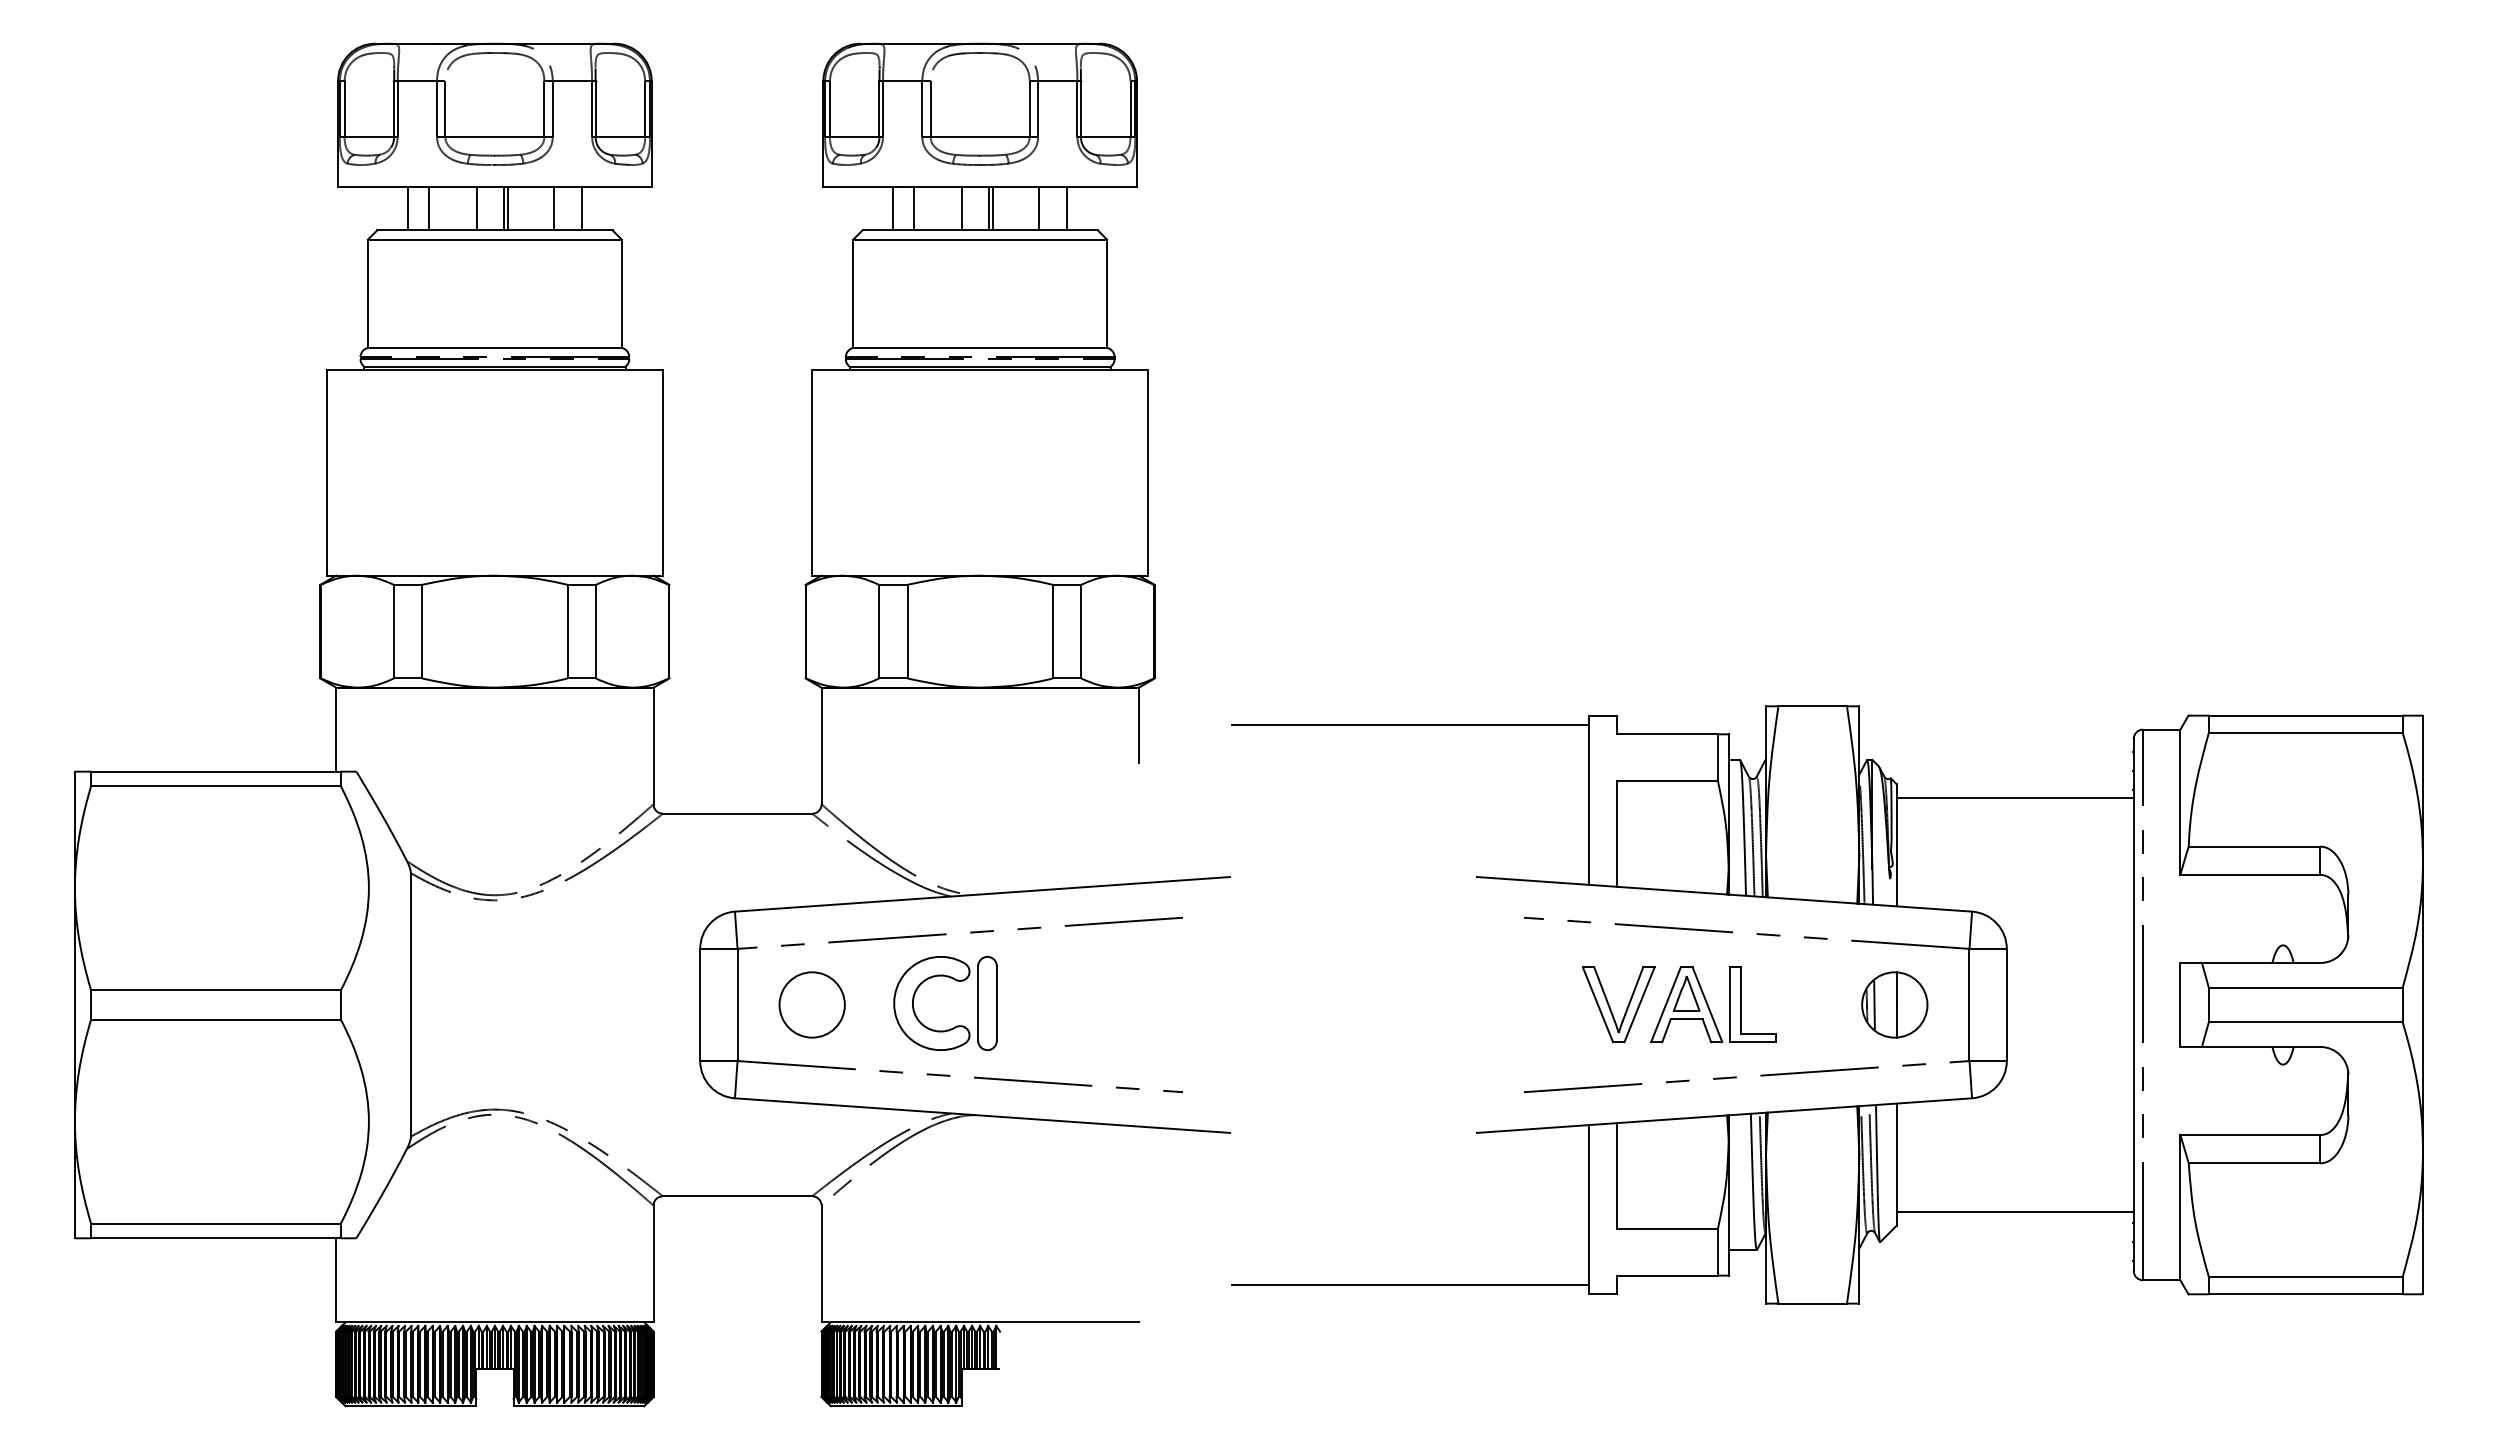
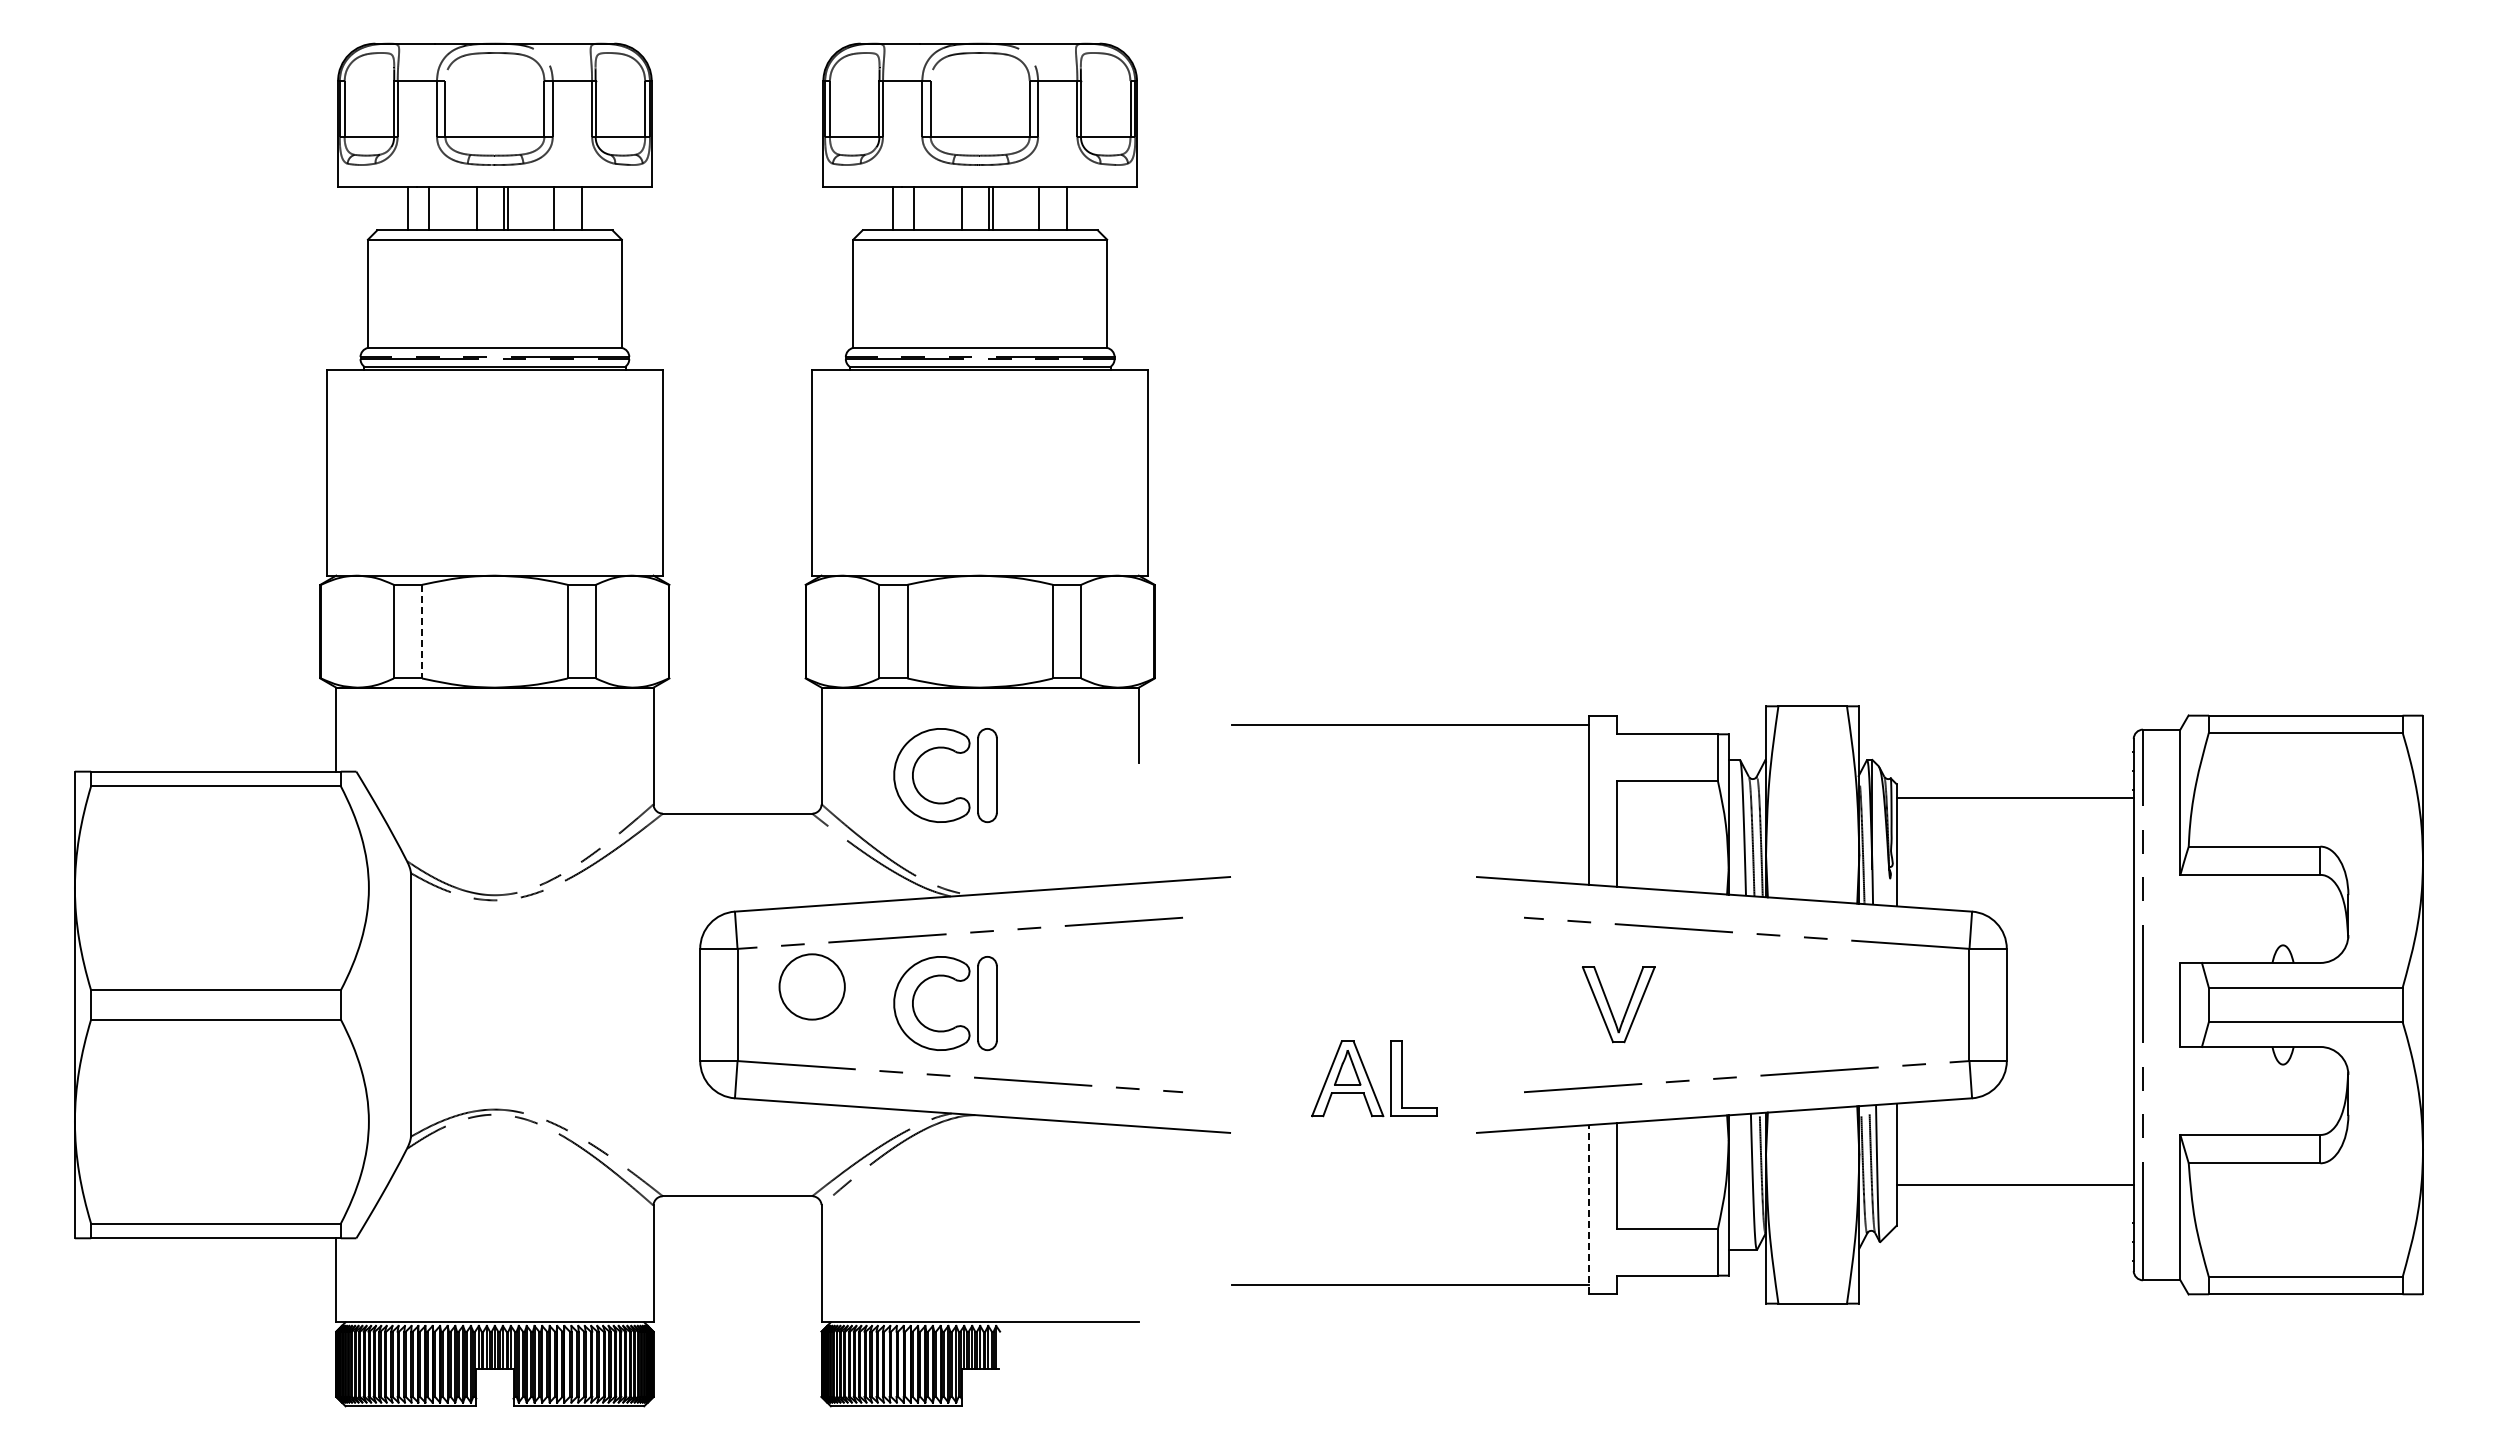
line at (422, 631): solid -> dashed
part at (956, 753): none -> present
circle at (811, 1004) position: (811, 1004) -> (811, 986)
part at (1713, 1004) position: (1713, 1004) -> (1374, 1078)
part at (1894, 1004): present -> none
line at (1588, 1209): solid -> dashed
line at (2014, 1212) position: (2014, 1212) -> (2014, 1185)
